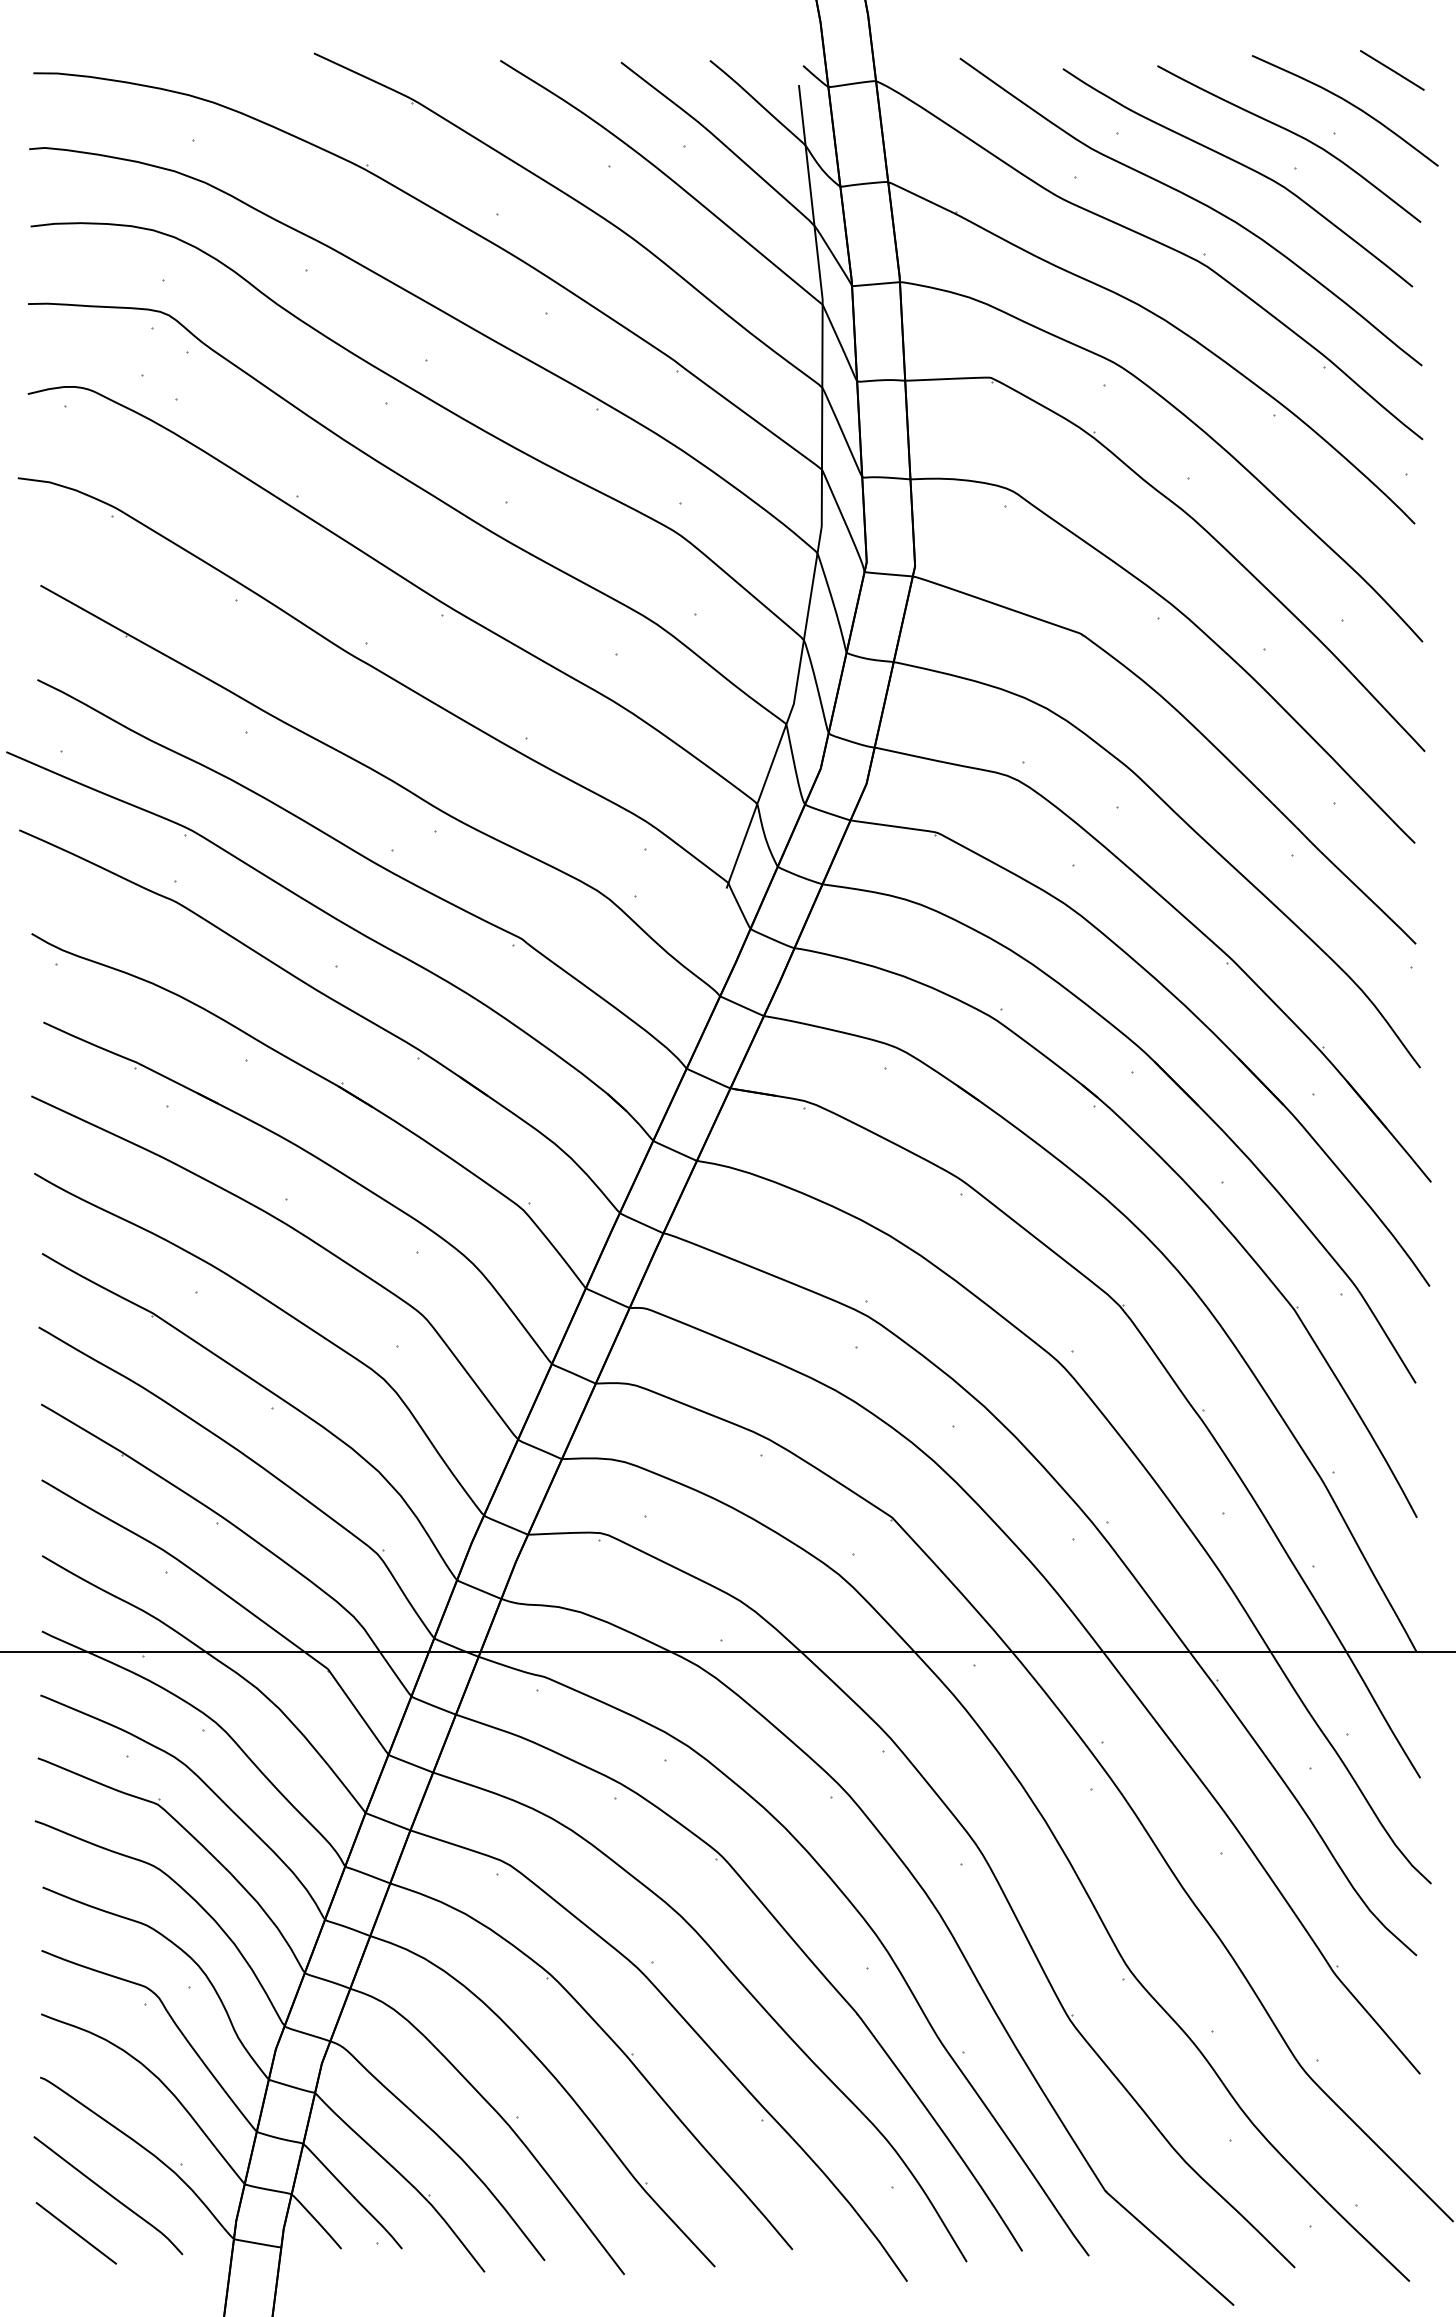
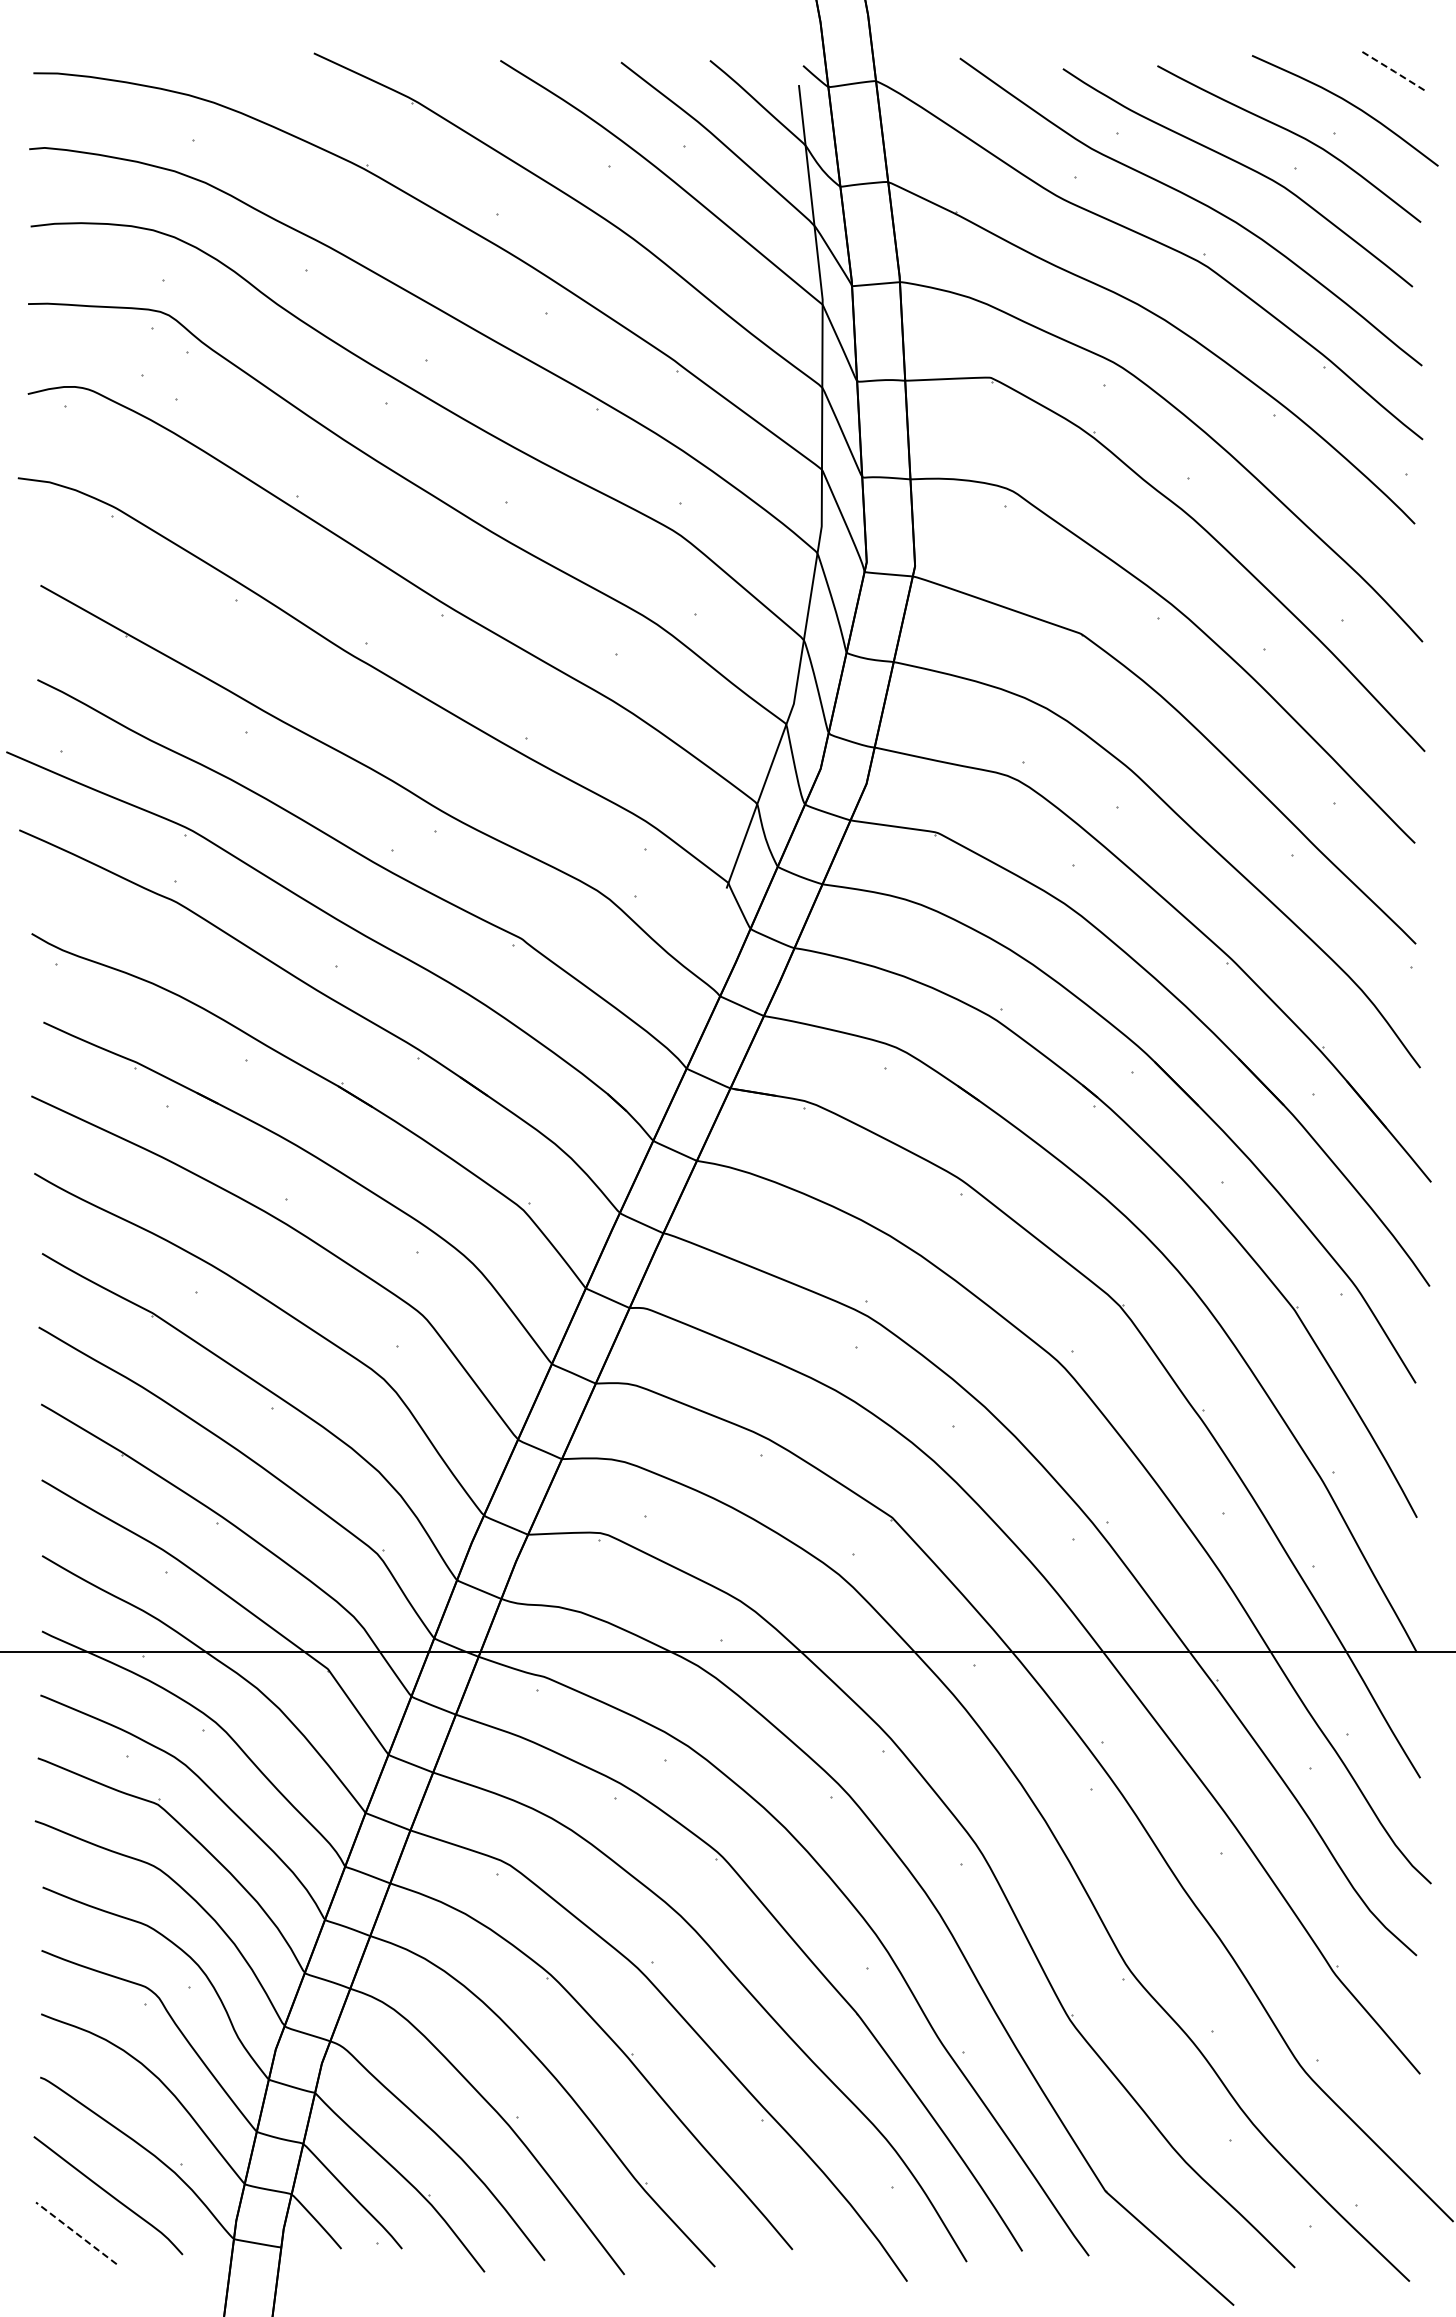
line at (1392, 70): solid -> dashed
line at (76, 2233): solid -> dashed
